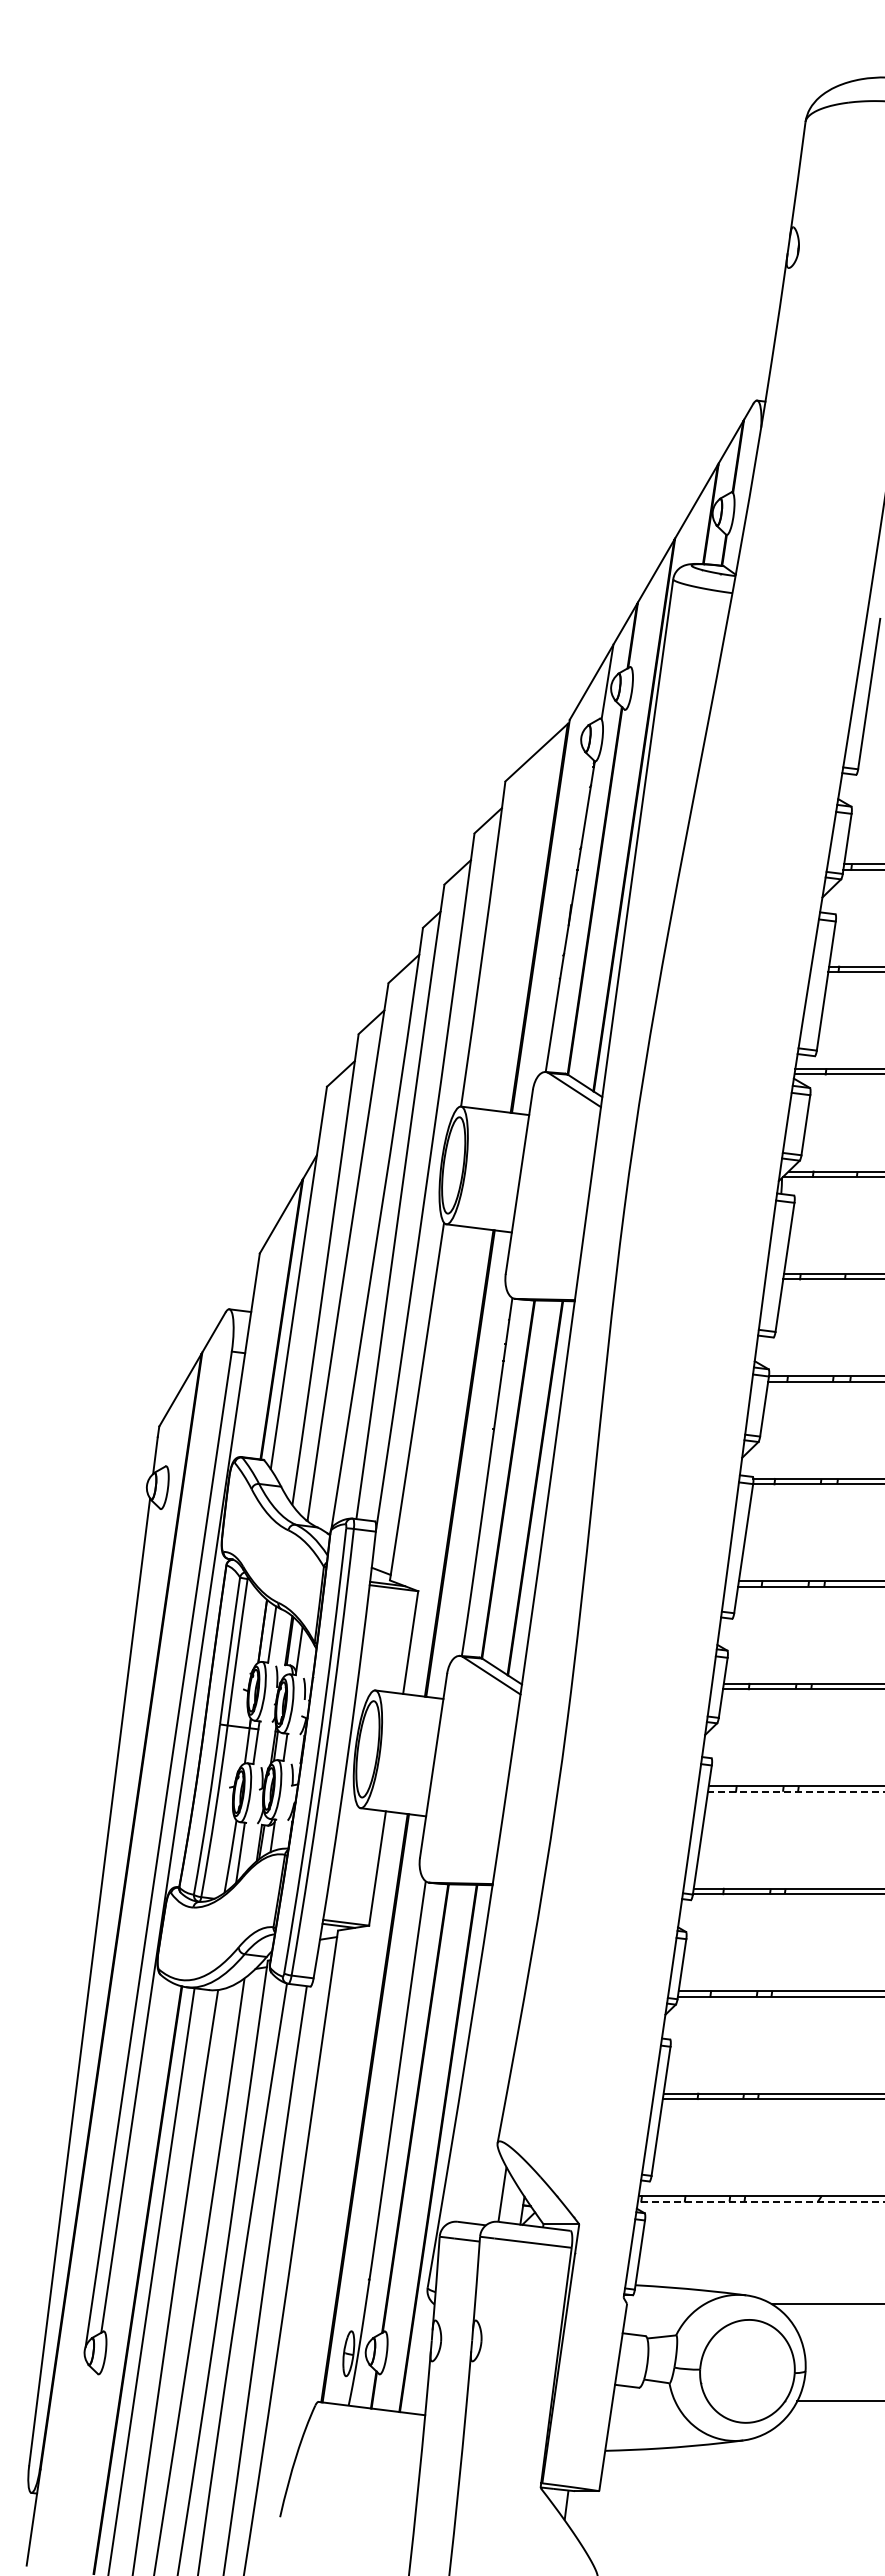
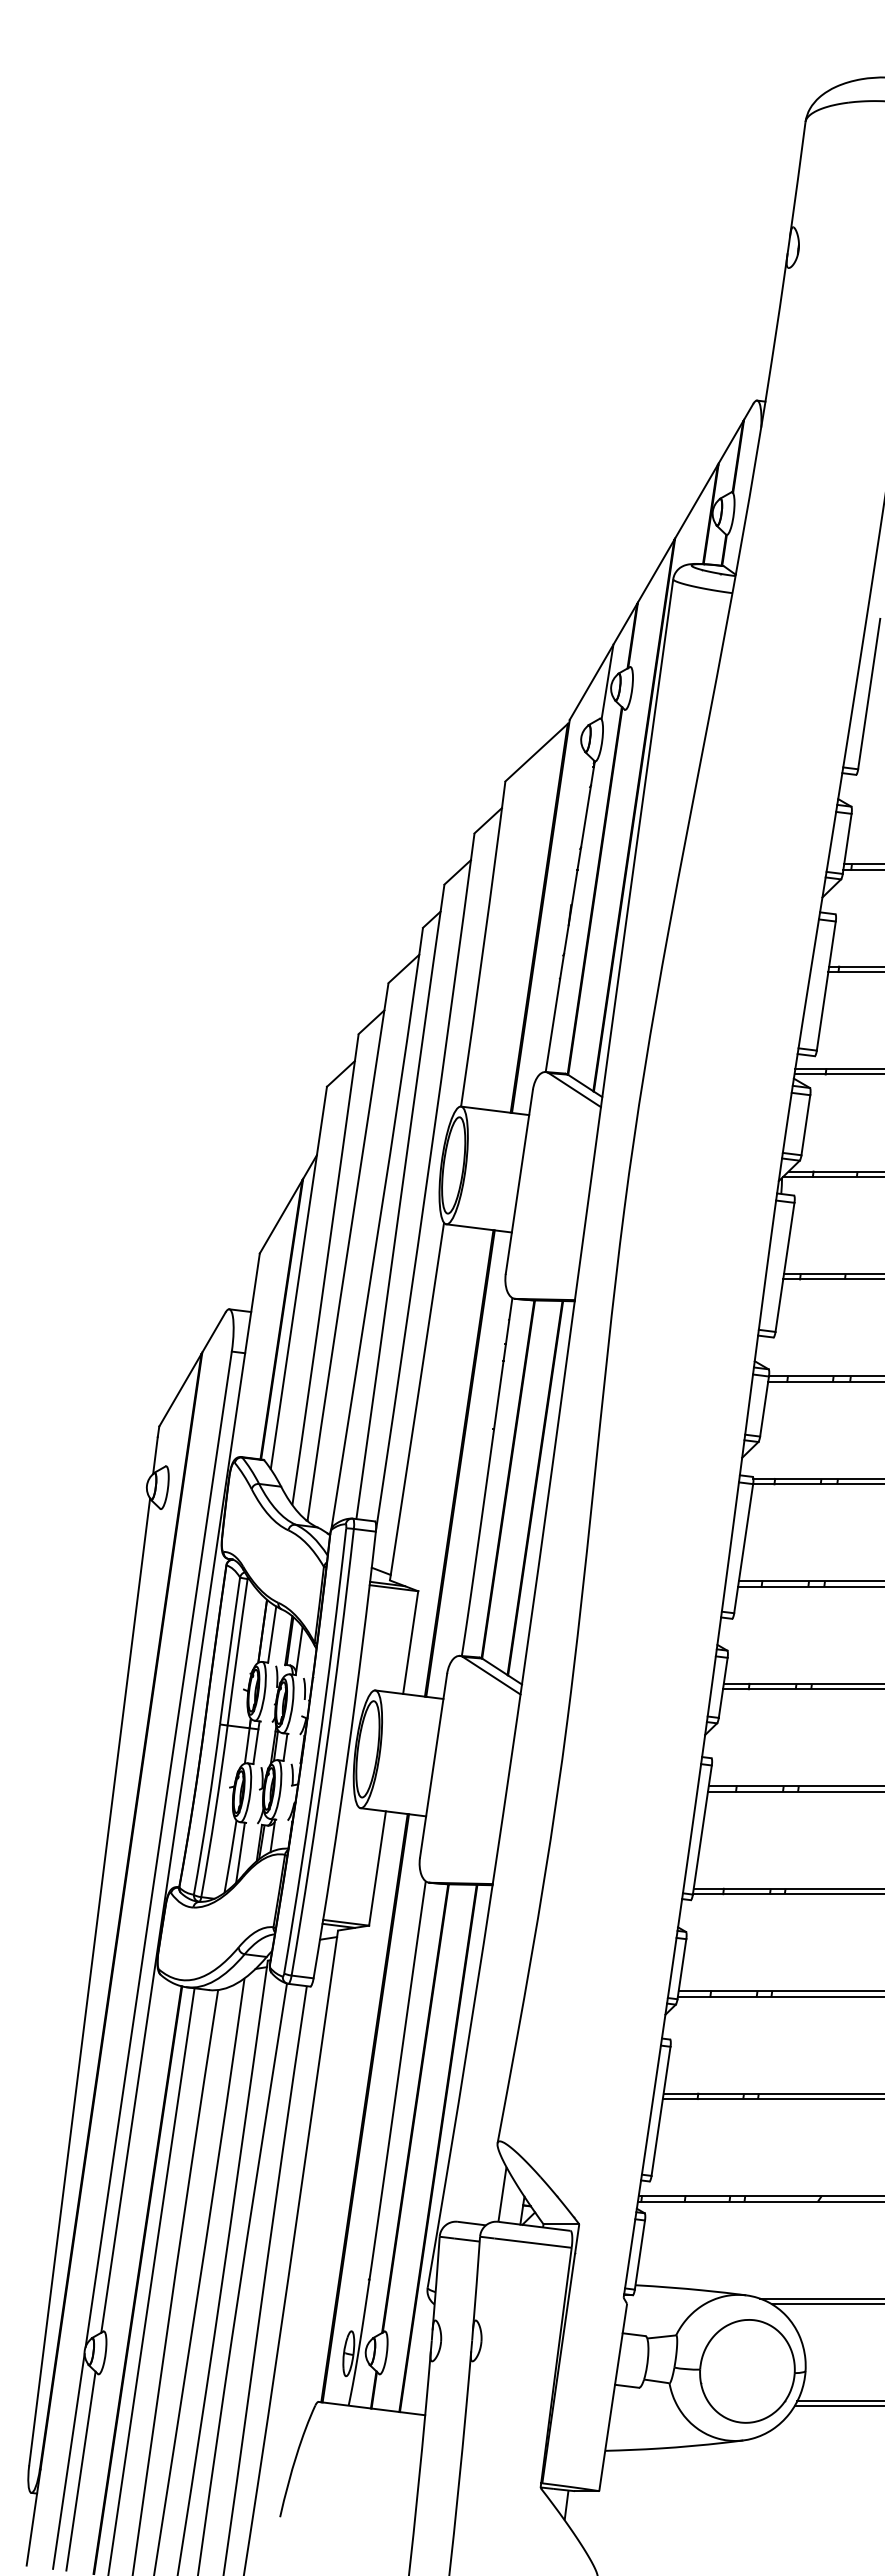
line at (795, 1791): dashed -> solid
line at (760, 2201): dashed -> solid
line at (820, 2298): none -> present
line at (837, 2406): none -> present
line at (68, 2461): none -> present
line at (80, 2470): none -> present
